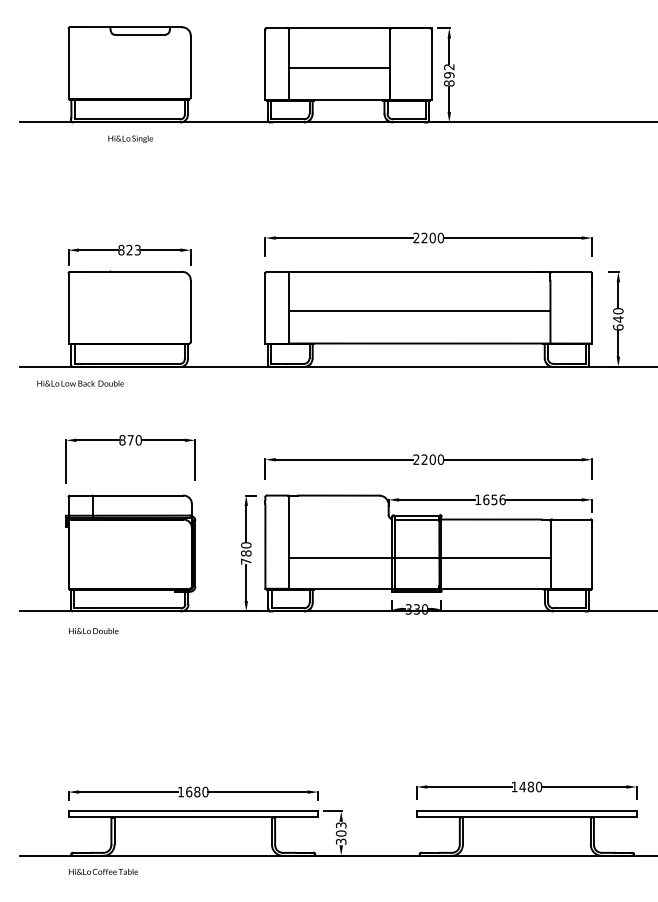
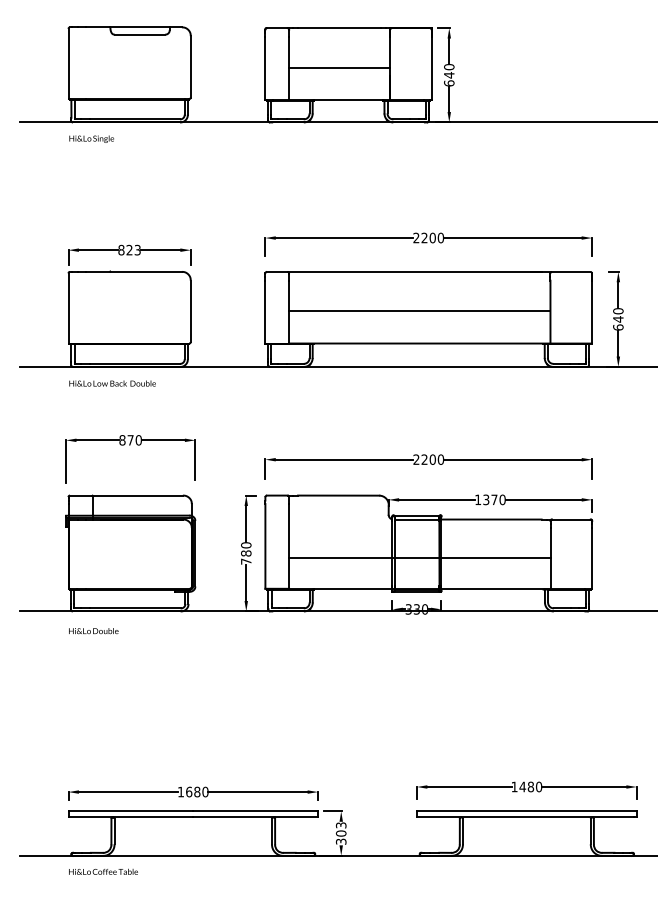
text at (449, 75): 892 -> 640
text at (130, 138) position: (130, 138) -> (91, 138)
text at (80, 383) position: (80, 383) -> (112, 383)
text at (494, 499): 1656 -> 1370
